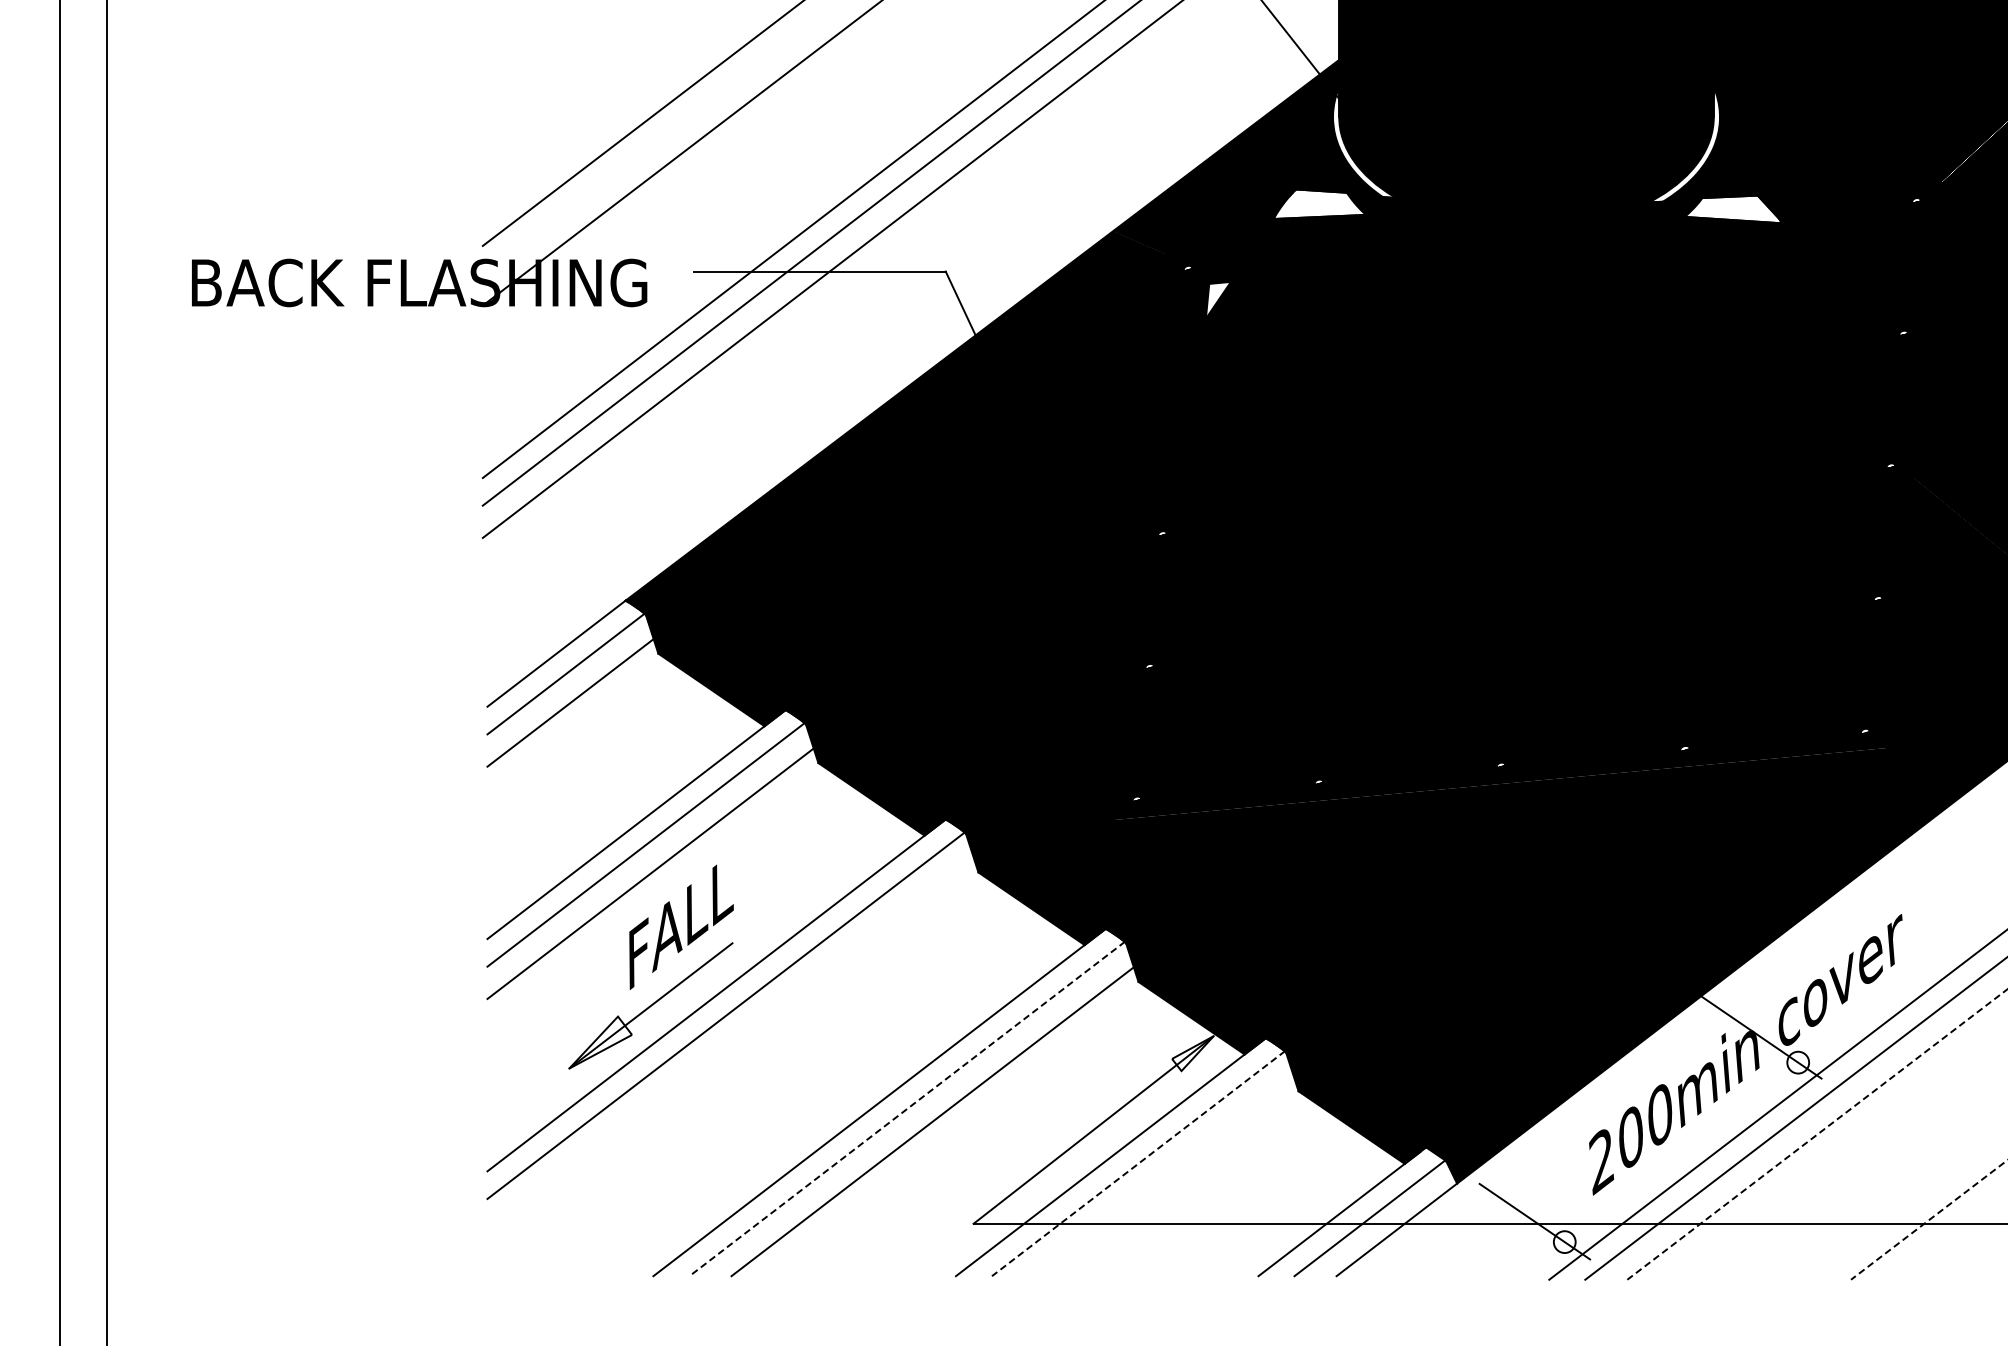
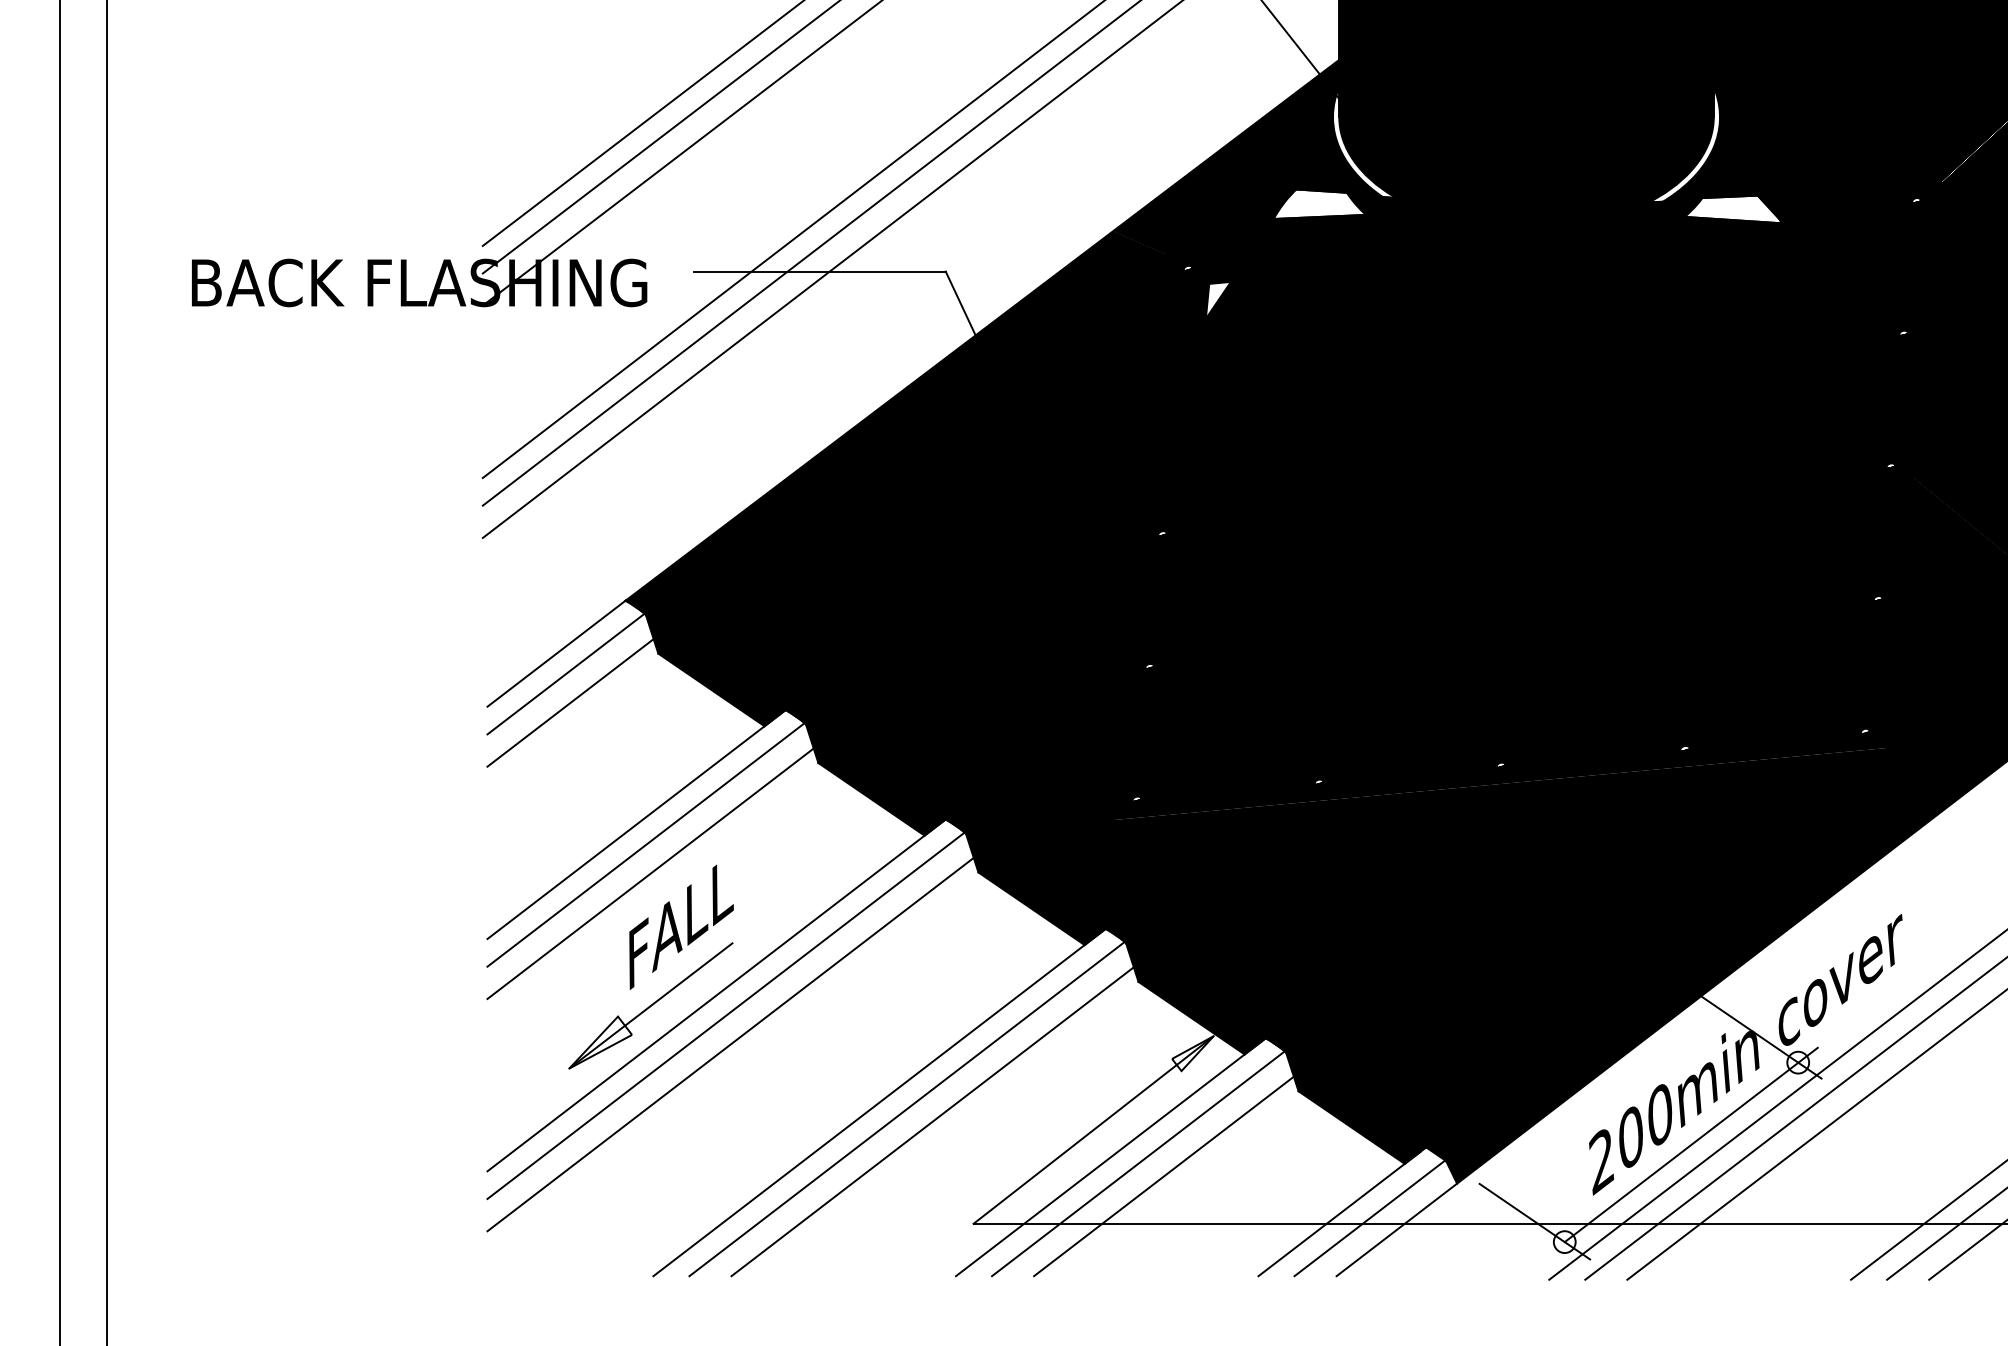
line at (659, 137): none -> present
line at (730, 1044): none -> present
line at (907, 1108): dashed -> solid
line at (1817, 1134): dashed -> solid
line at (1690, 1144): none -> present
line at (1138, 1163): dashed -> solid
line at (1163, 1176): none -> present
line at (1928, 1220): dashed -> solid
line at (1945, 1234): none -> present
line at (1966, 1250): none -> present
